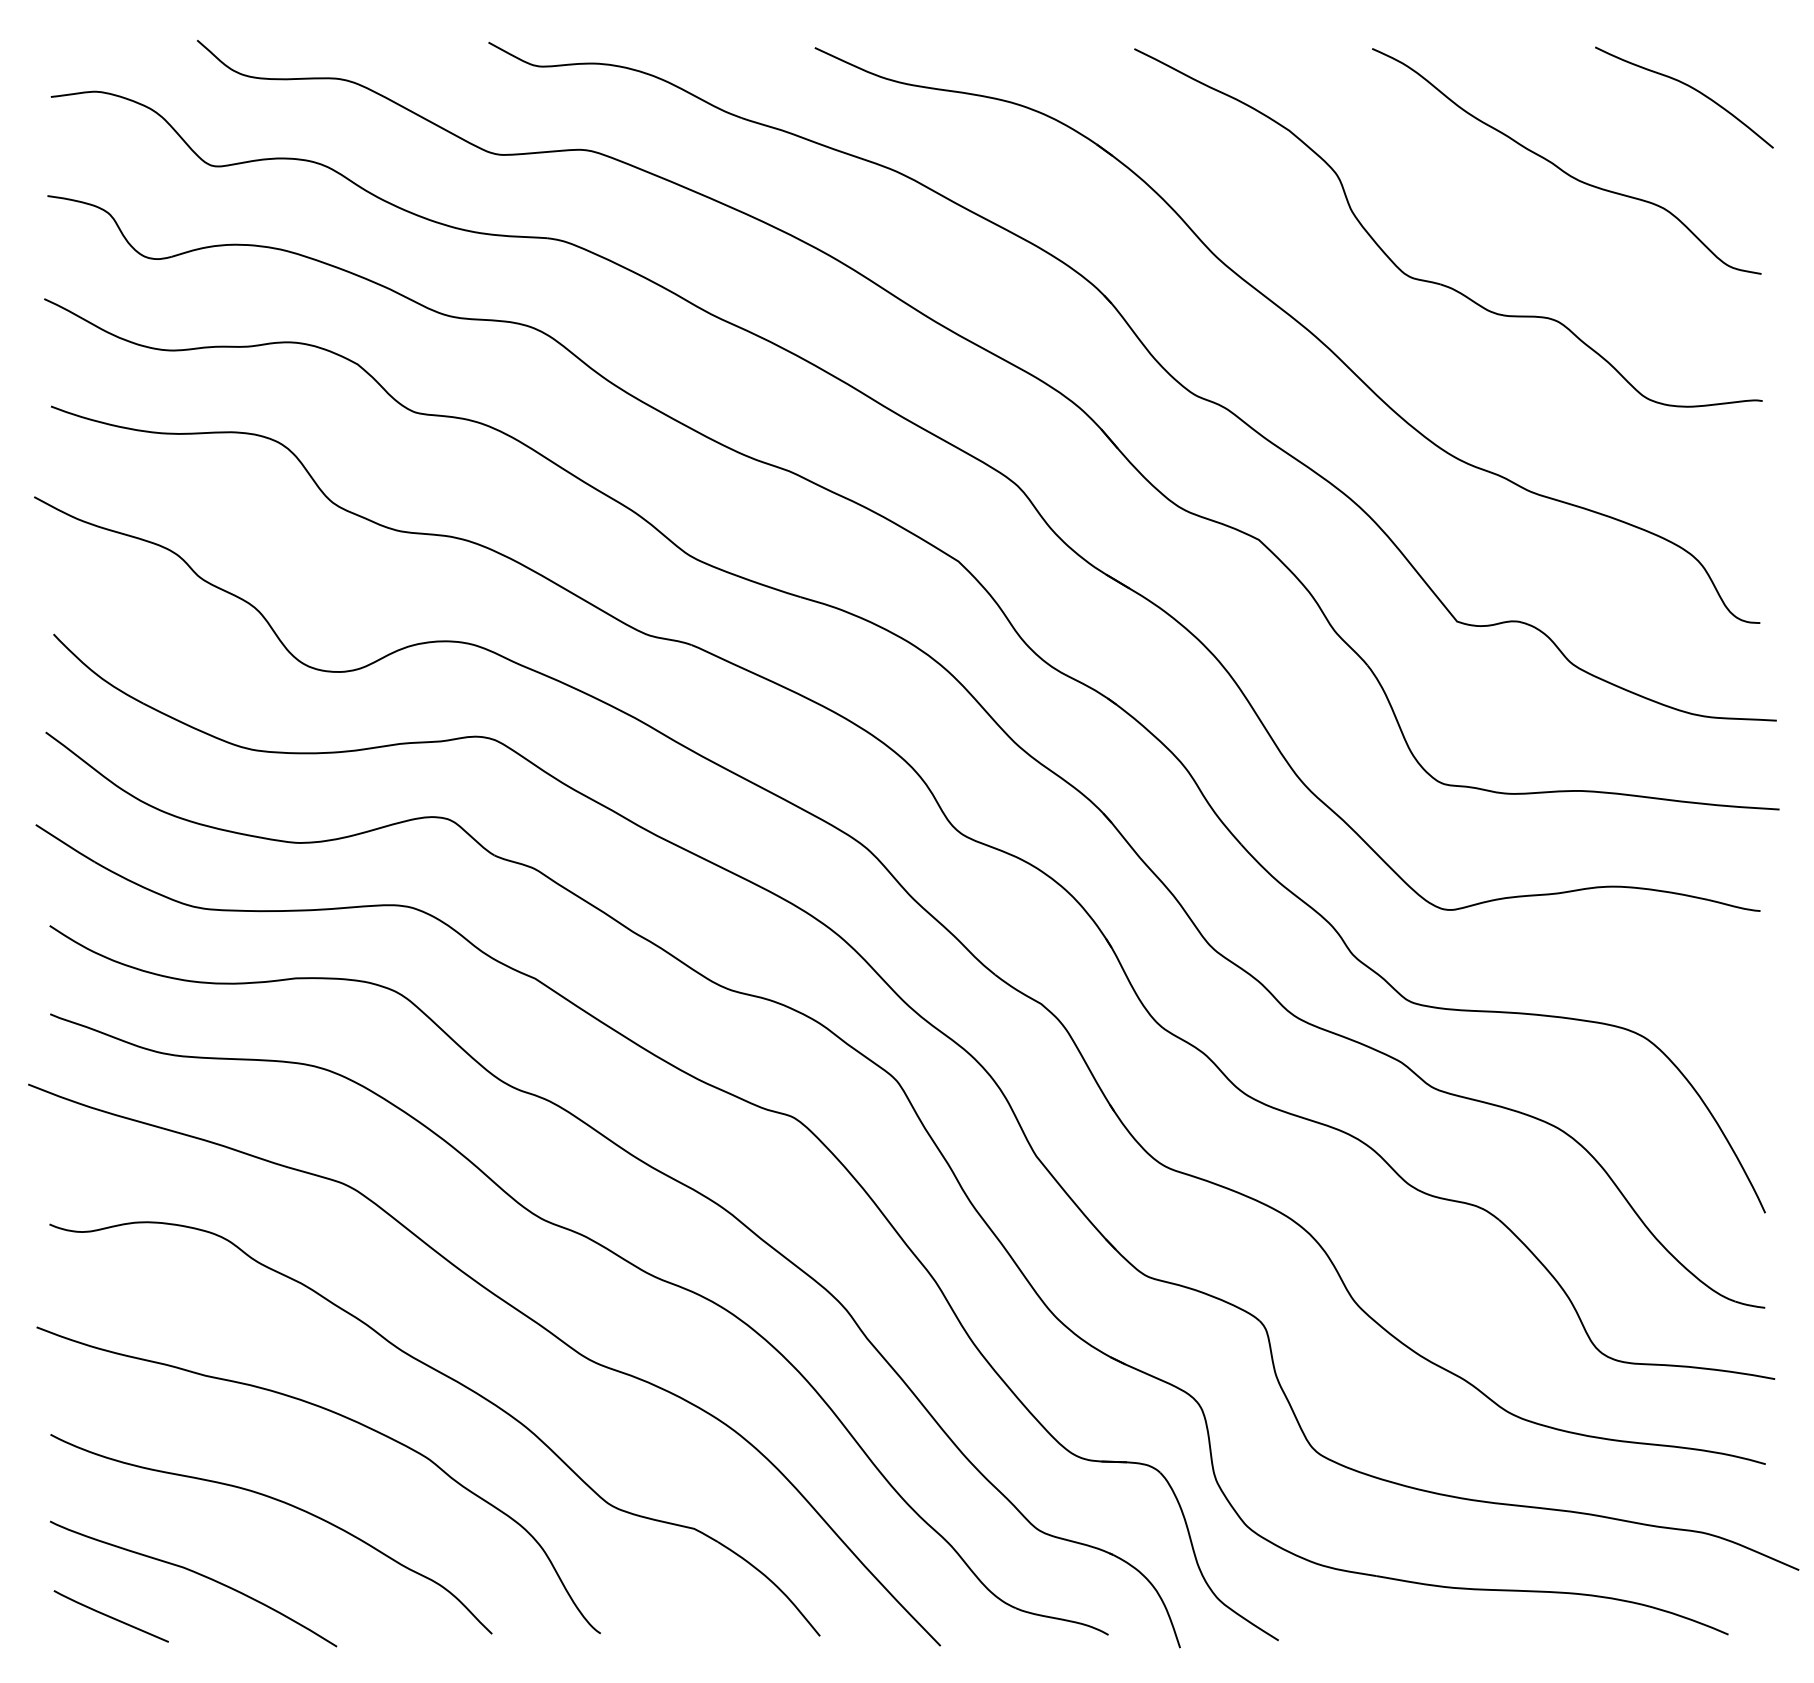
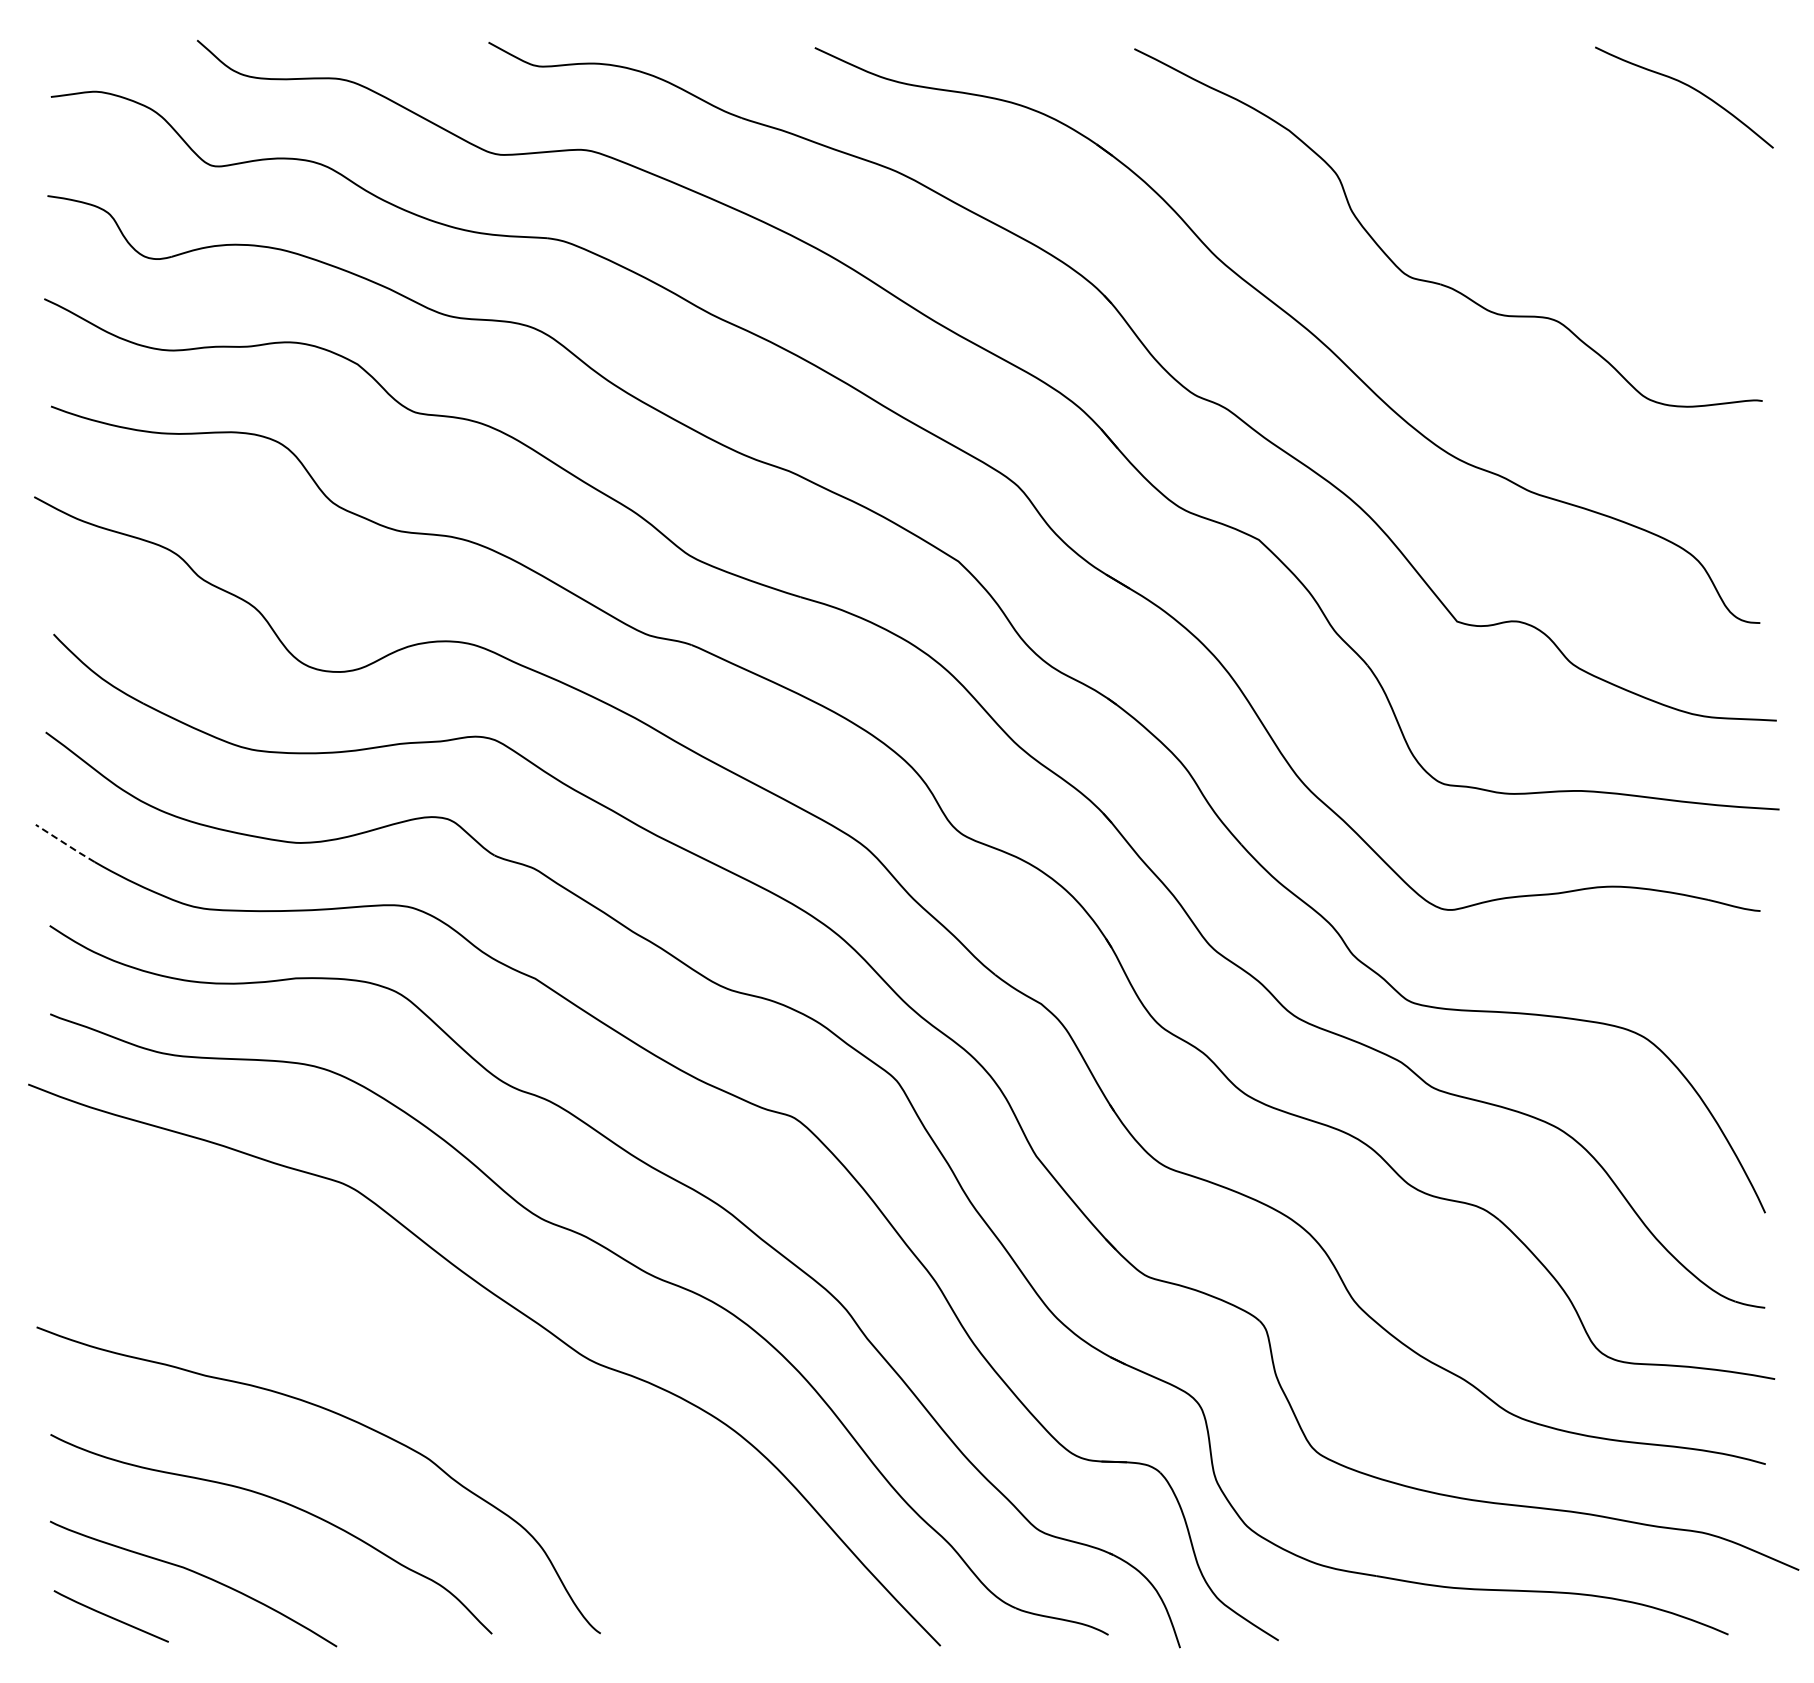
curve at (1561, 168): present -> none
line at (65, 843): solid -> dashed
part at (459, 1384): present -> none
